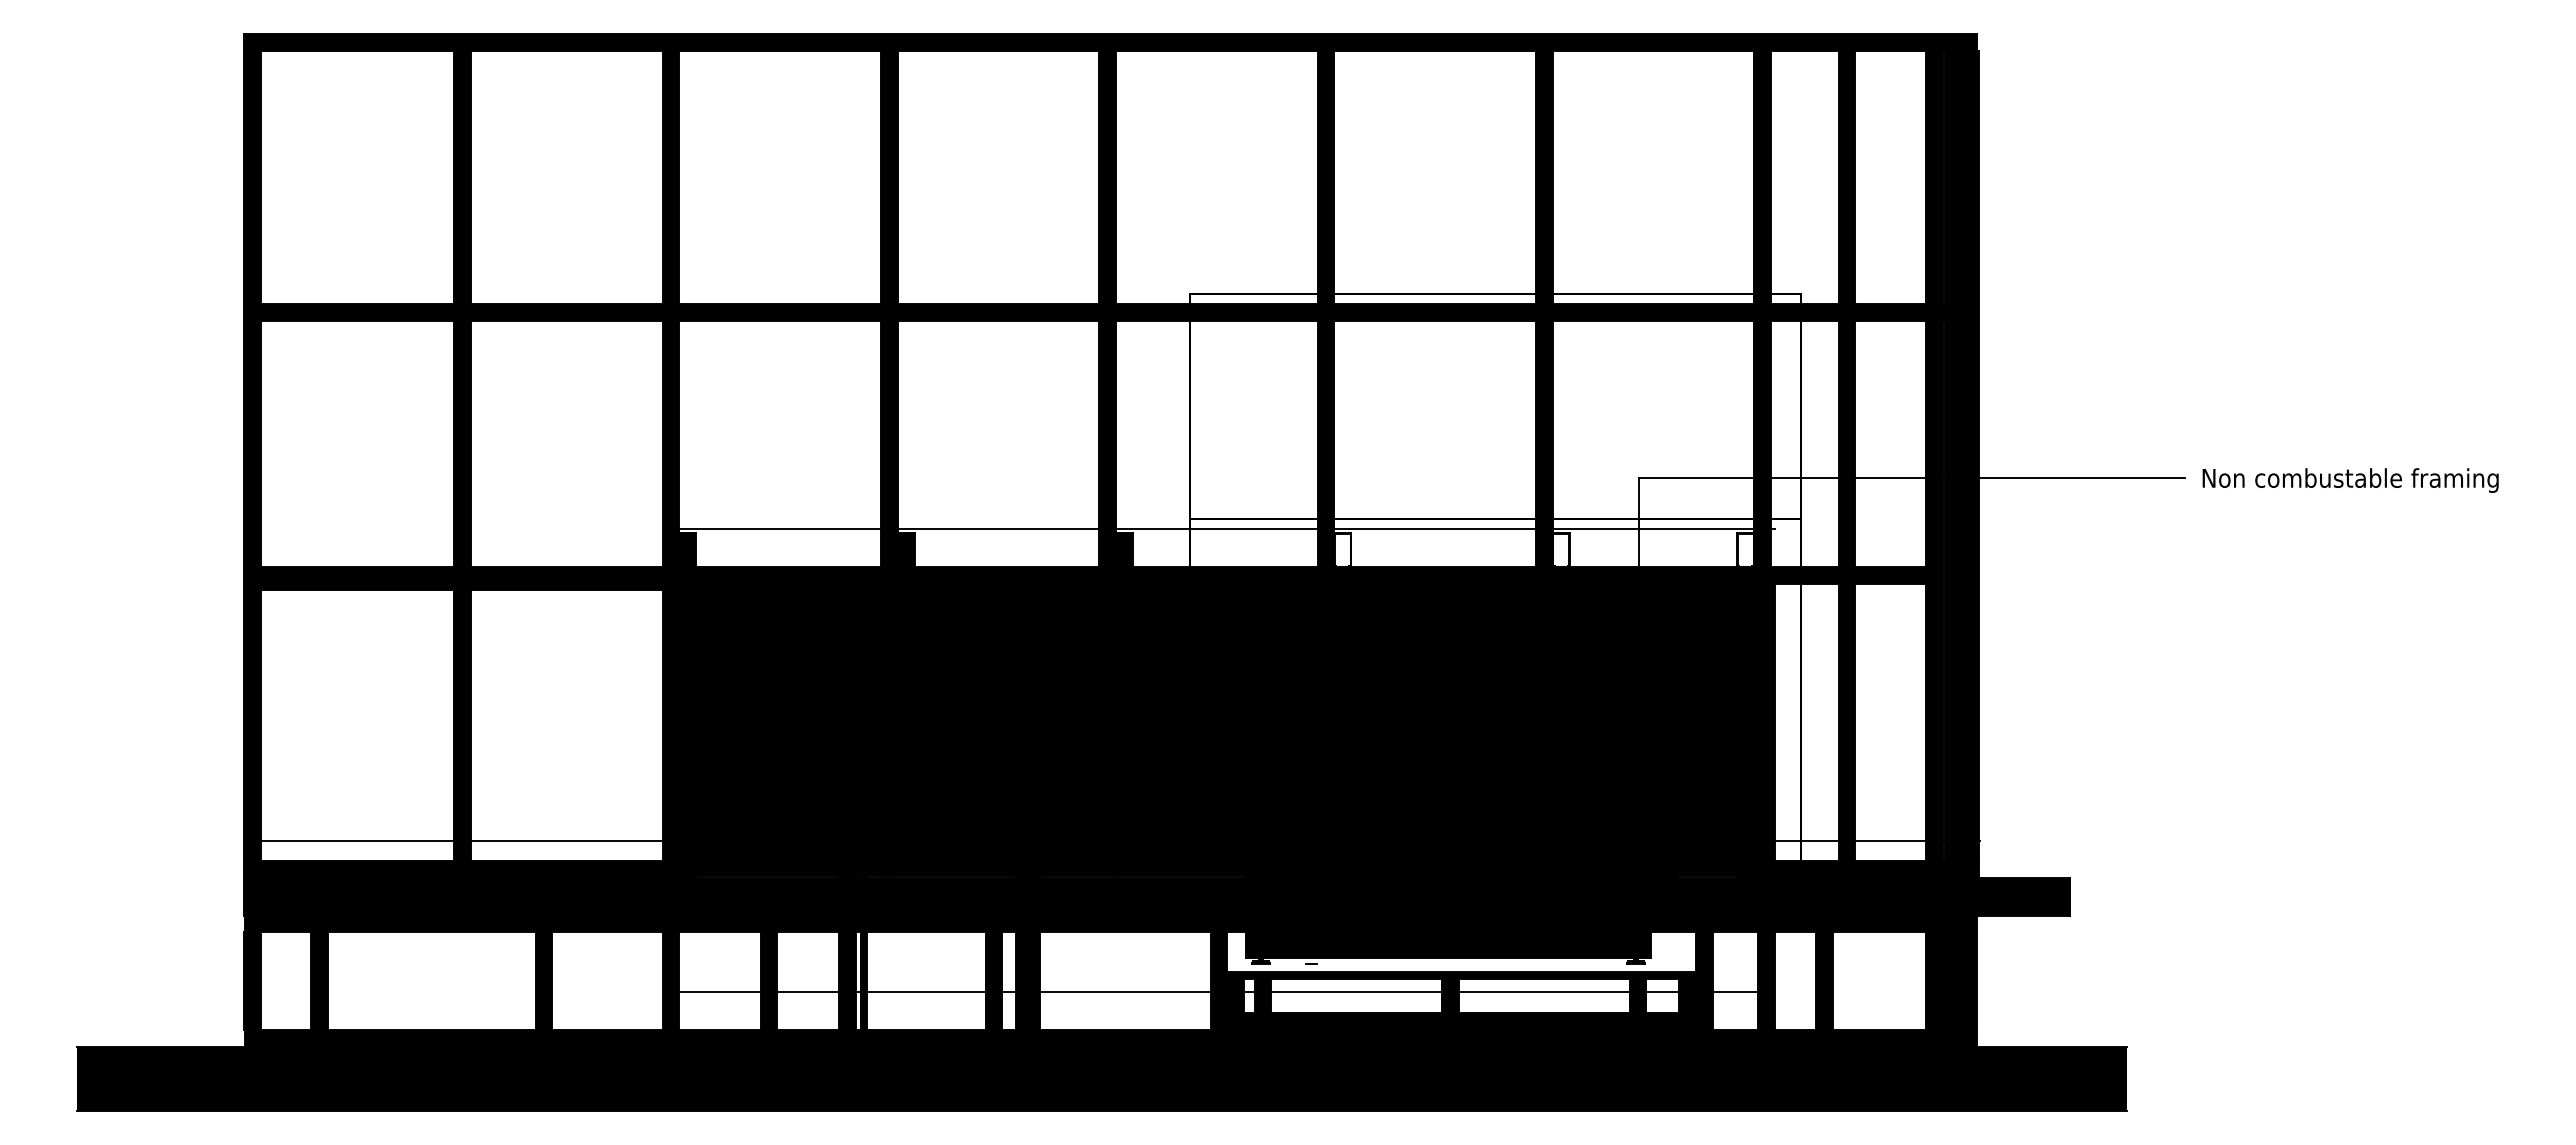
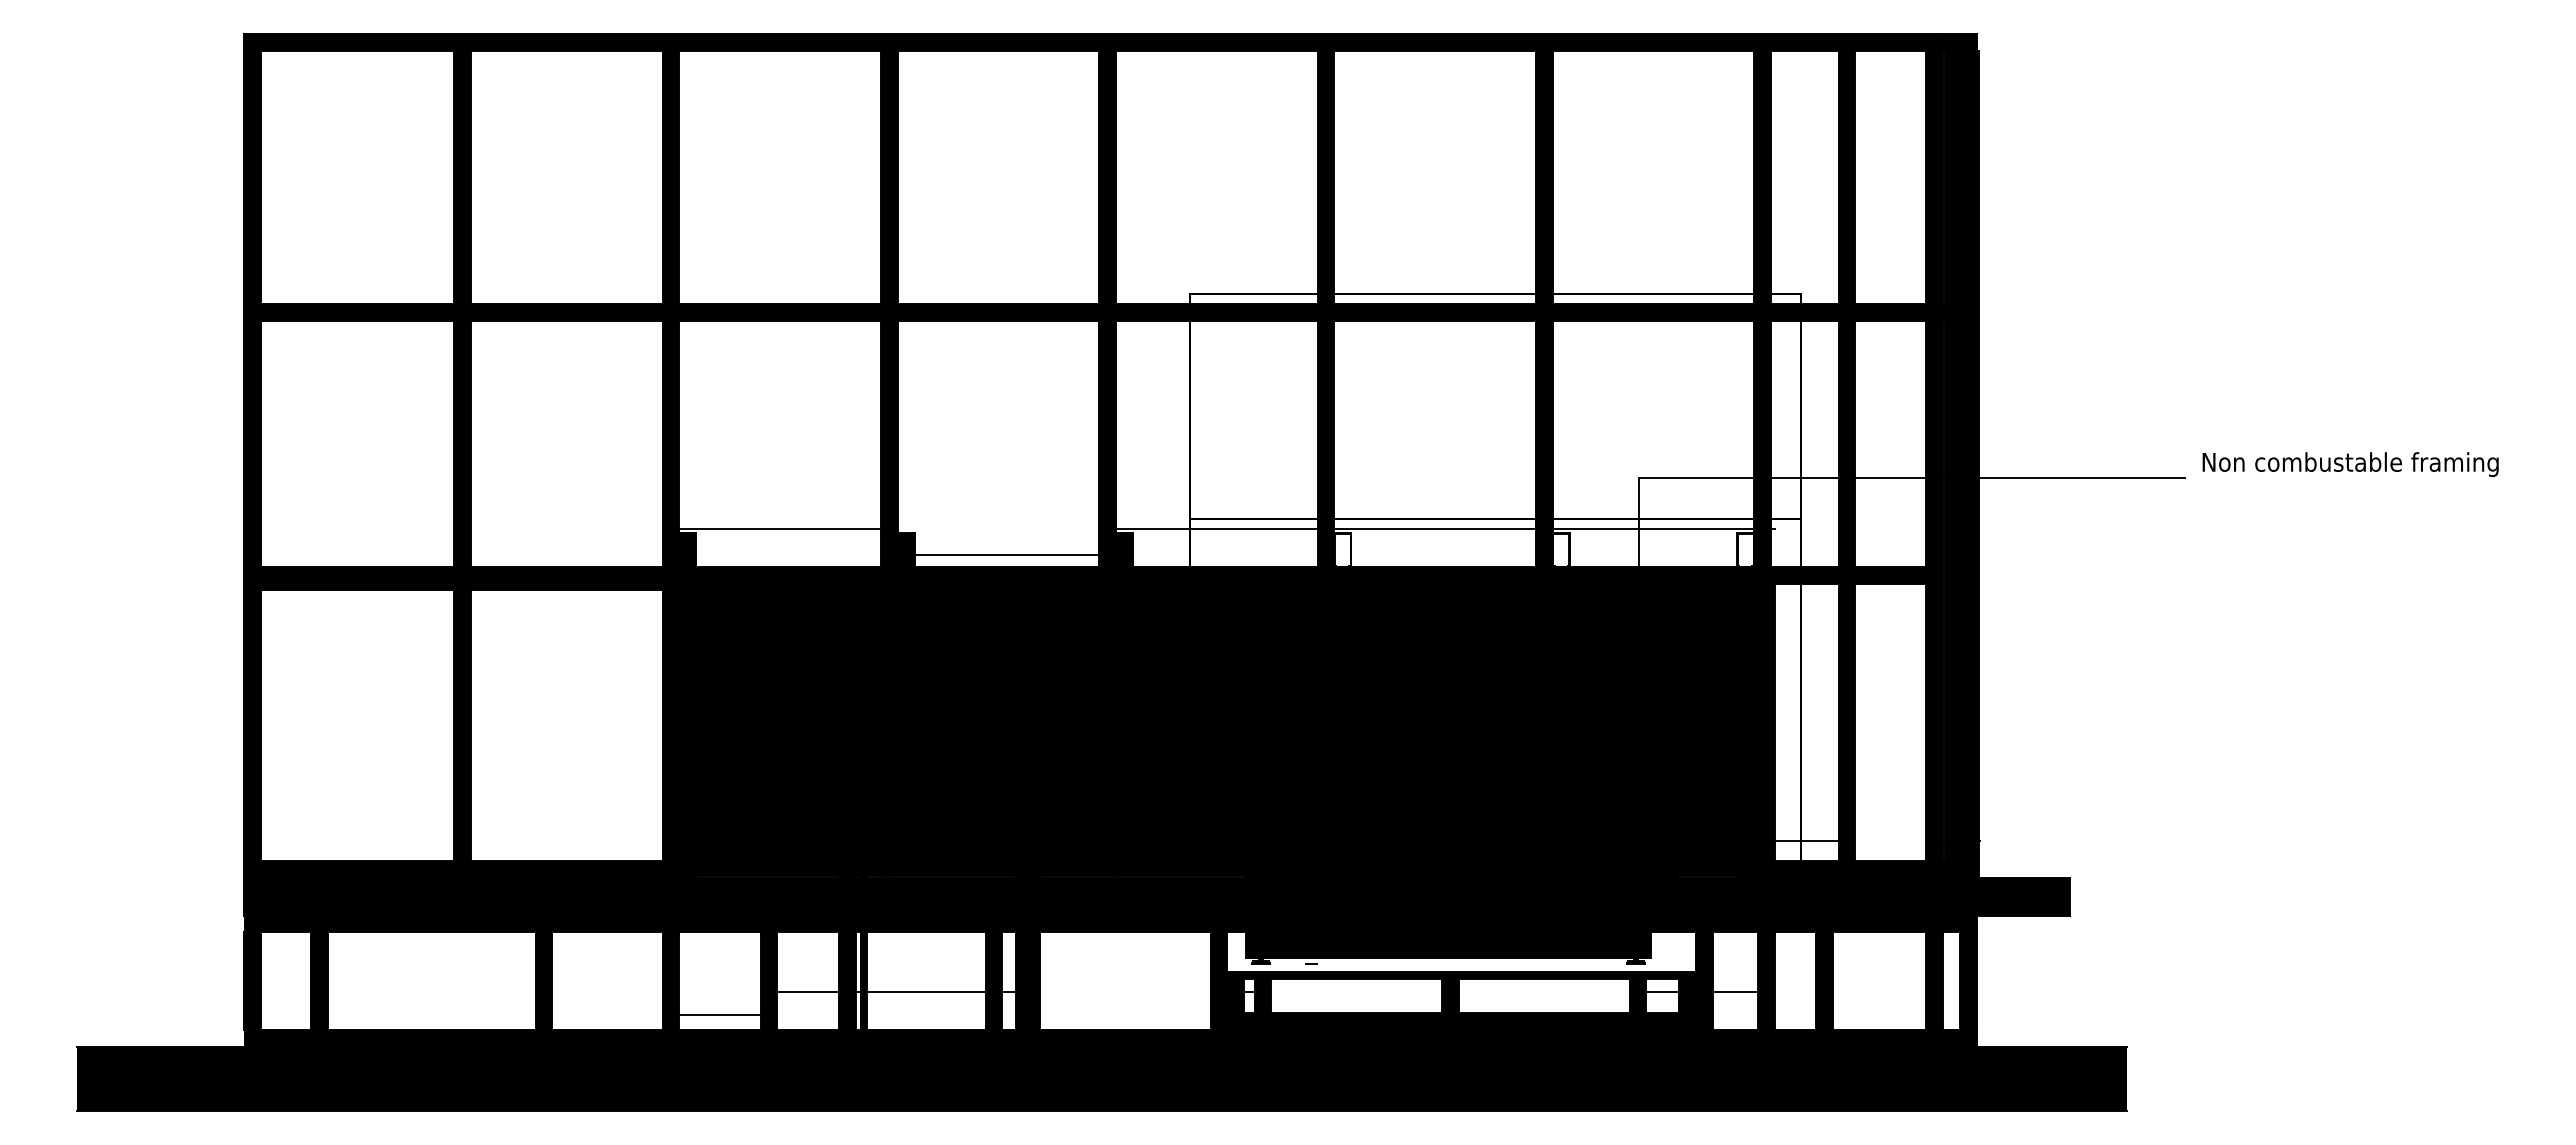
text at (2350, 480) position: (2350, 480) -> (2350, 464)
line at (998, 529) position: (998, 529) -> (998, 555)
line at (357, 840): present -> none
line at (566, 840): present -> none
line at (1890, 840): present -> none
fill at (1950, 980): present -> none
line at (719, 992) position: (719, 992) -> (719, 1015)
line at (1121, 992): present -> none
line at (1356, 992): present -> none
line at (1543, 992): present -> none
